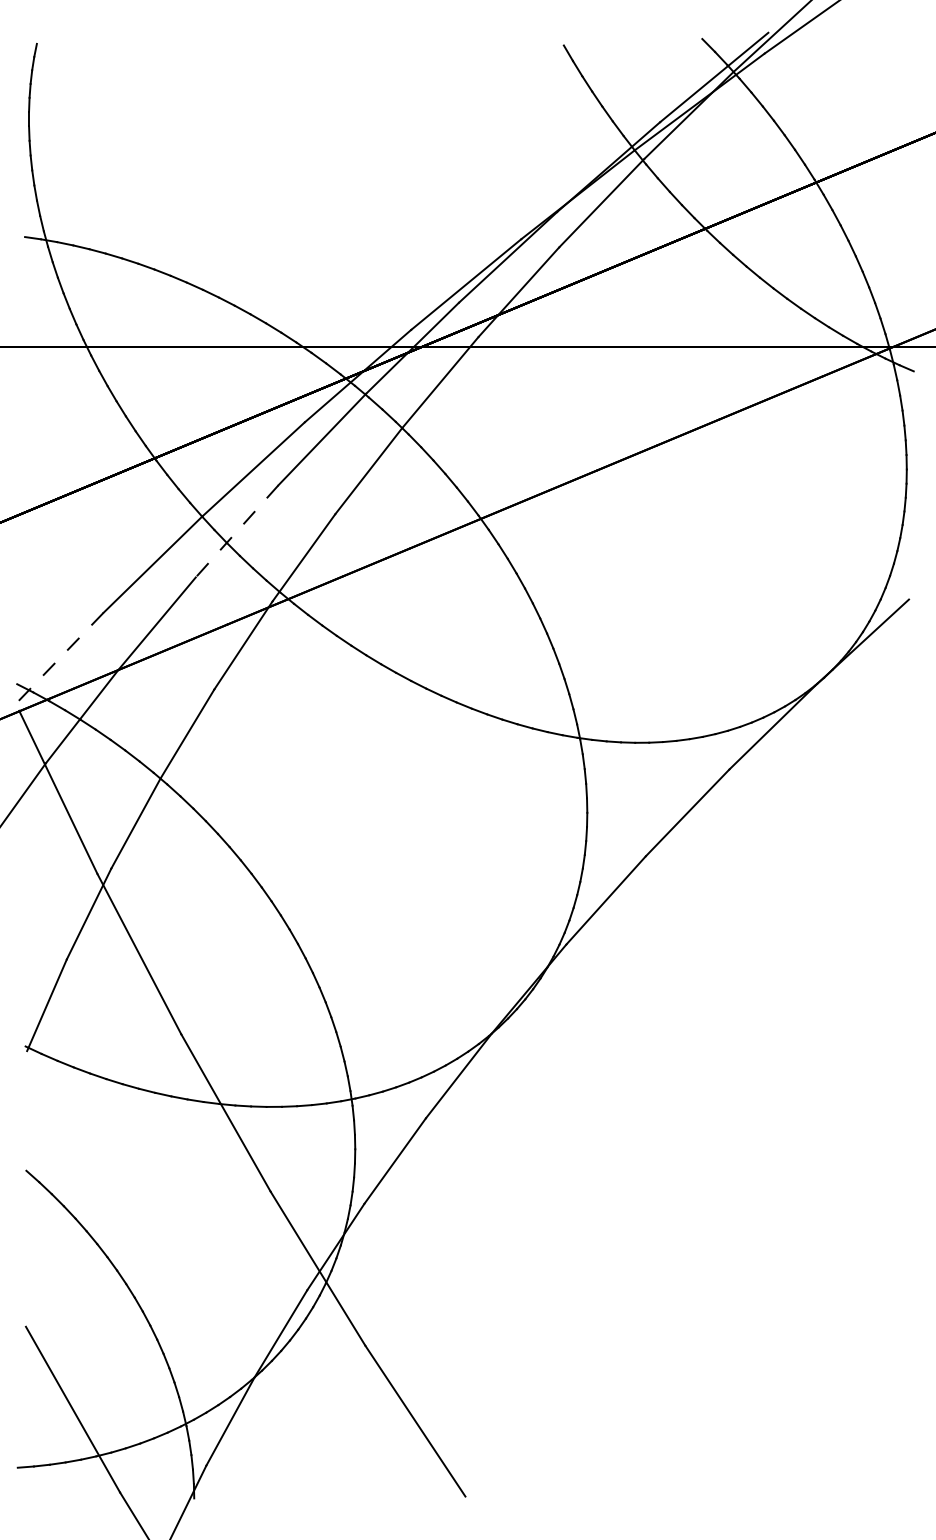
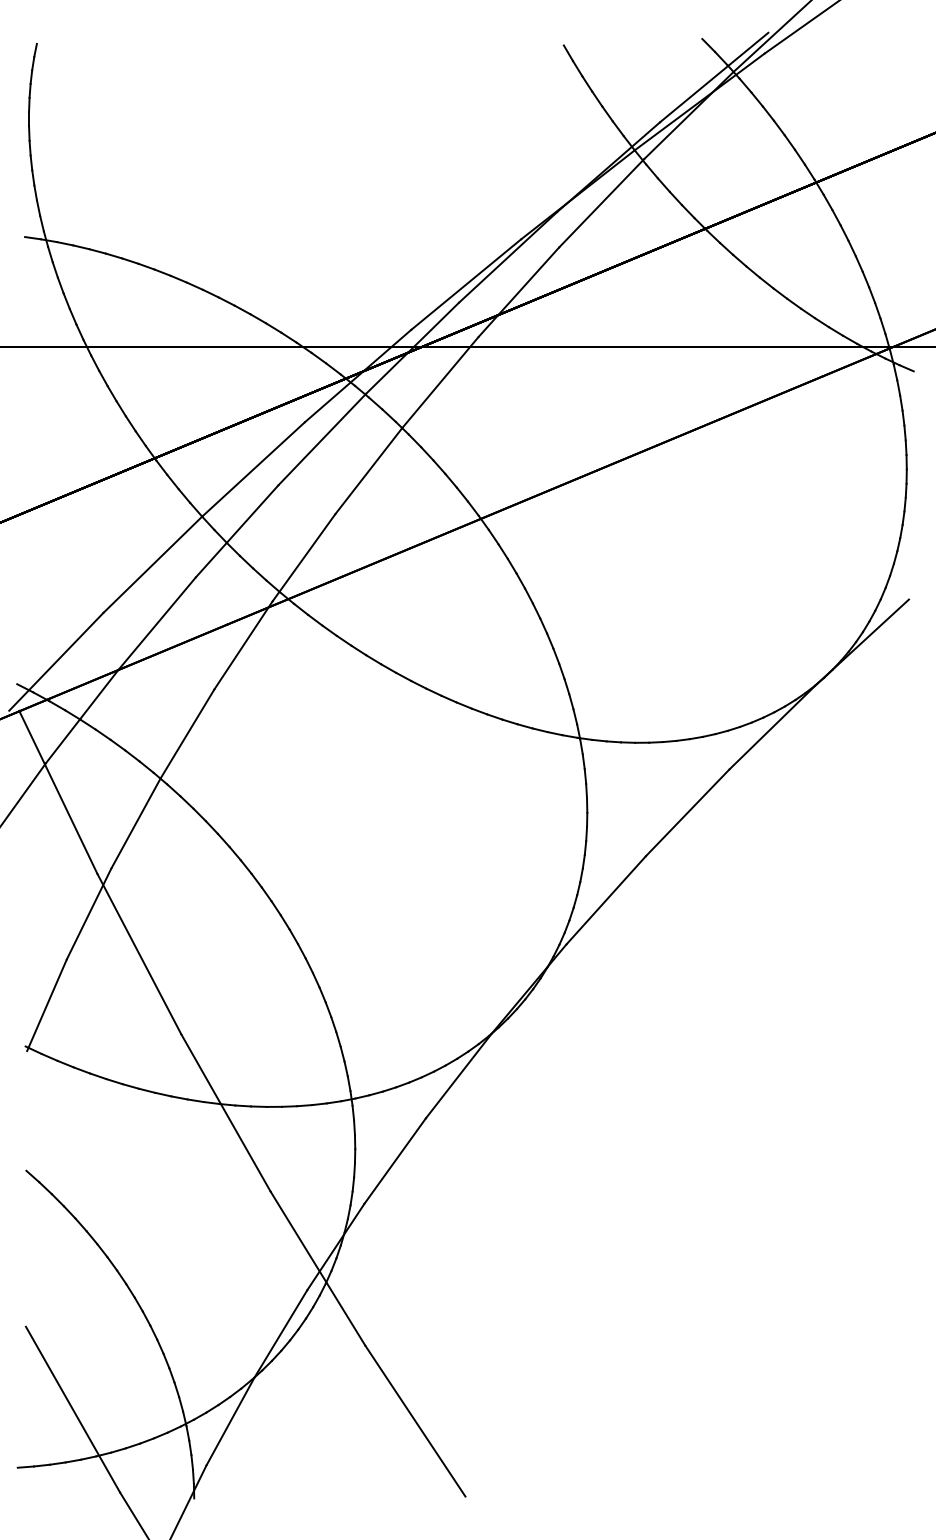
line at (237, 531): dashed -> solid
line at (56, 662): dashed -> solid
